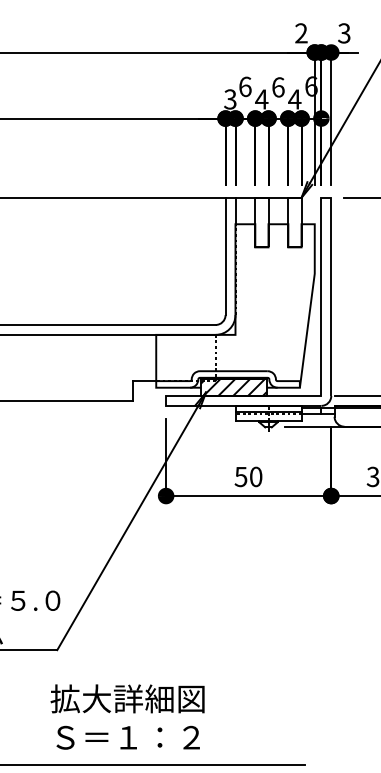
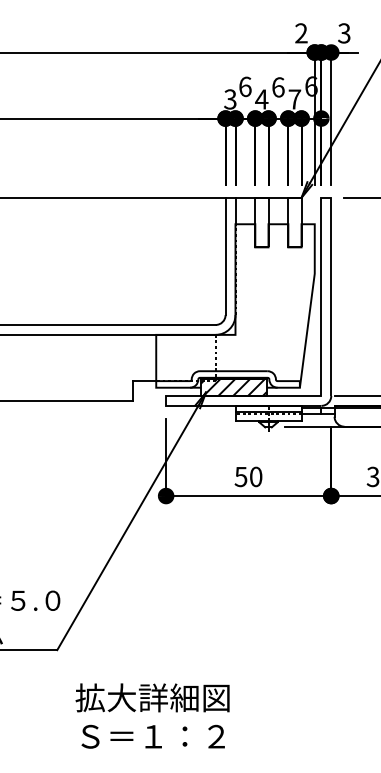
text at (294, 99): 4 -> 7
text at (127, 716) position: (127, 716) -> (152, 715)
line at (153, 765): present -> none
